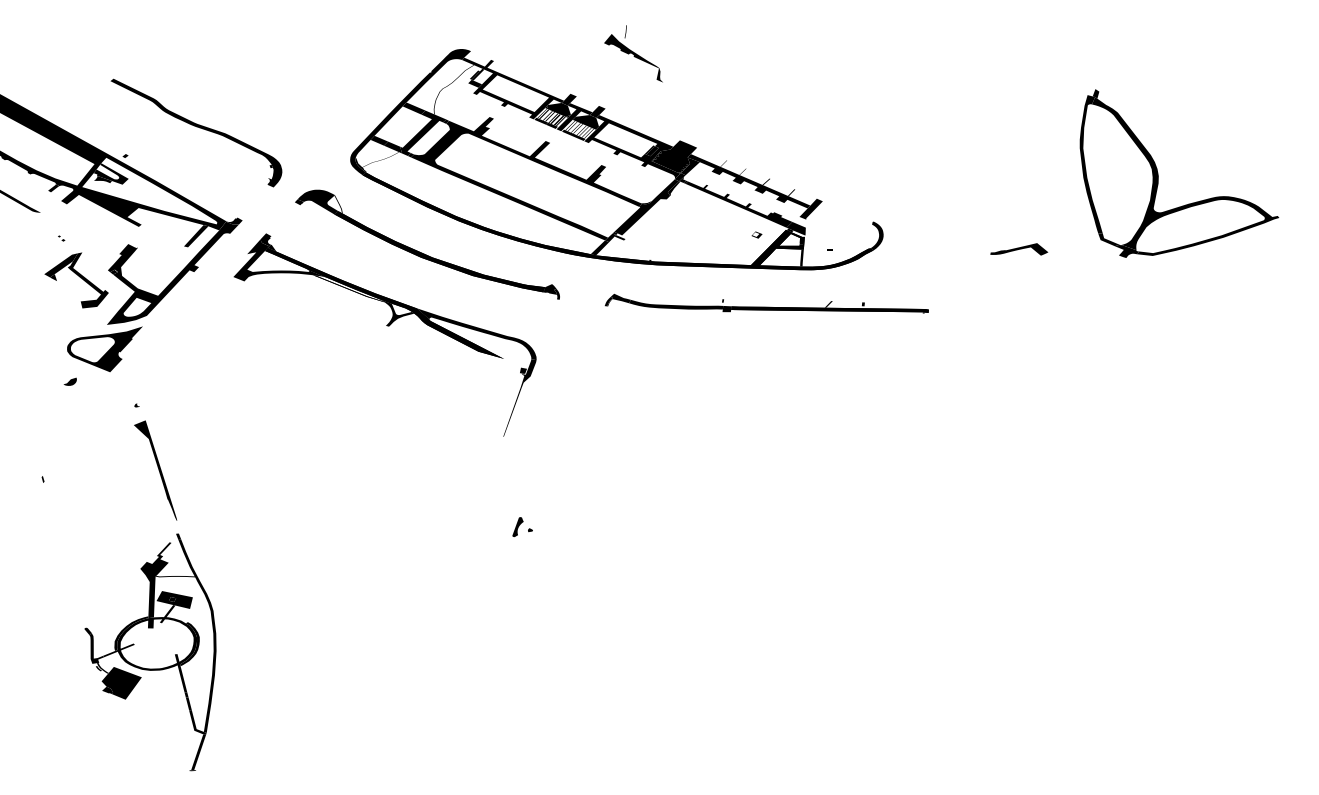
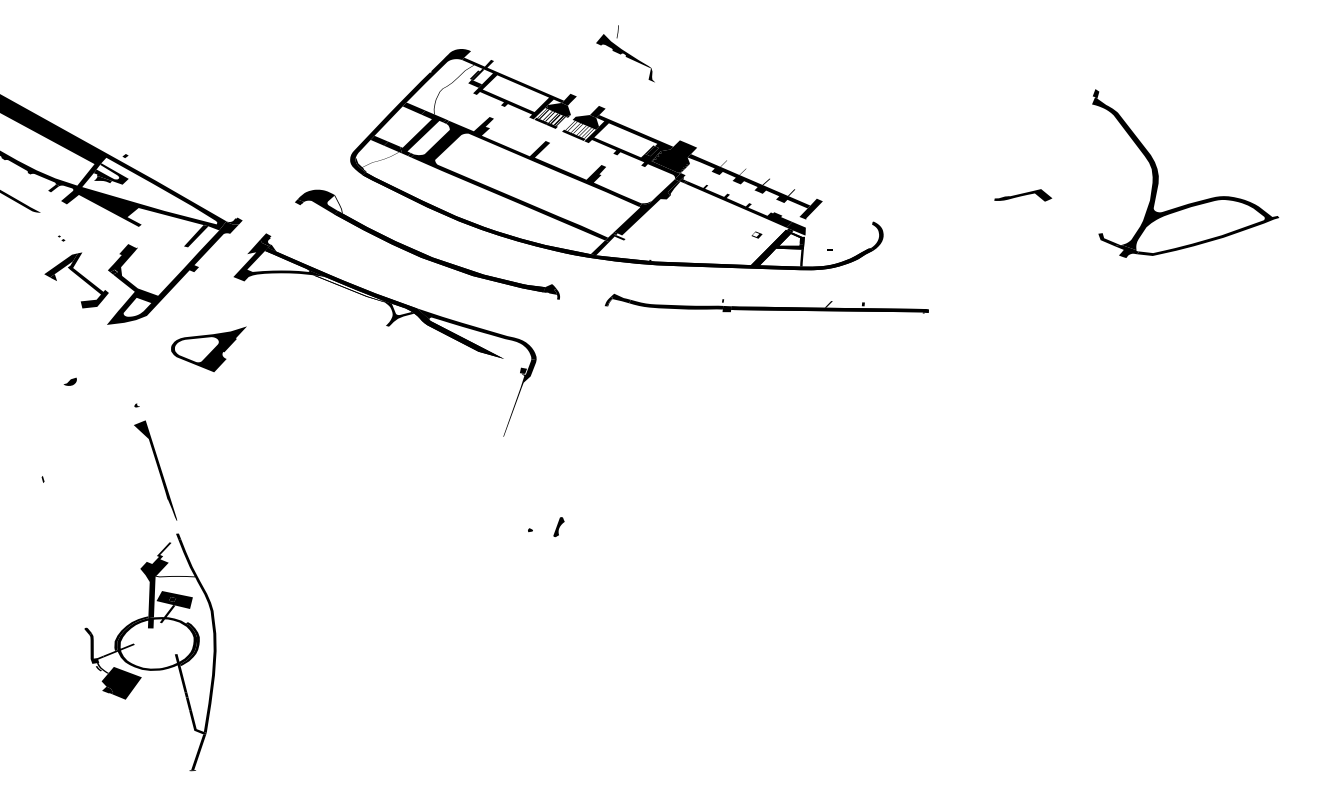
part at (633, 53) position: (633, 53) -> (625, 53)
fill at (574, 117): present -> none
part at (196, 132): present -> none
fill at (1090, 164): present -> none
fill at (689, 166): present -> none
part at (1019, 249) position: (1019, 249) -> (1023, 195)
part at (104, 349) position: (104, 349) -> (208, 349)
part at (517, 527) position: (517, 527) -> (558, 527)
